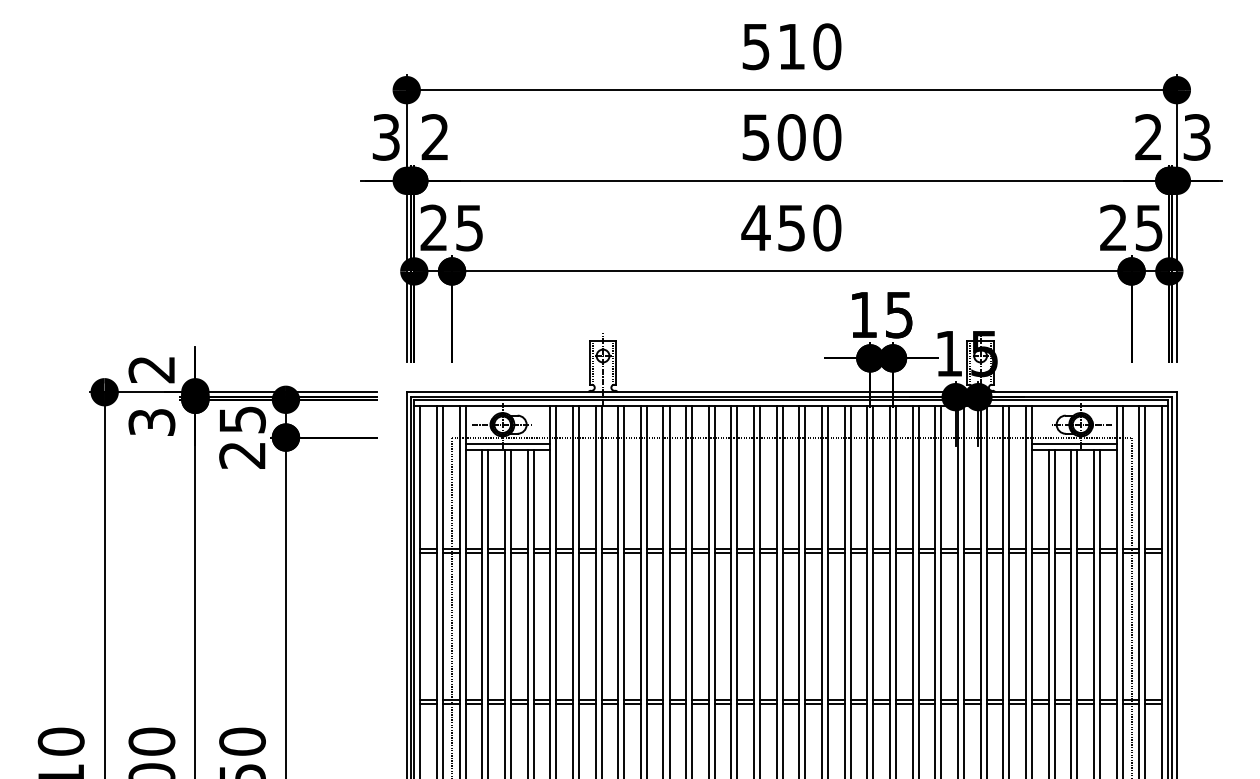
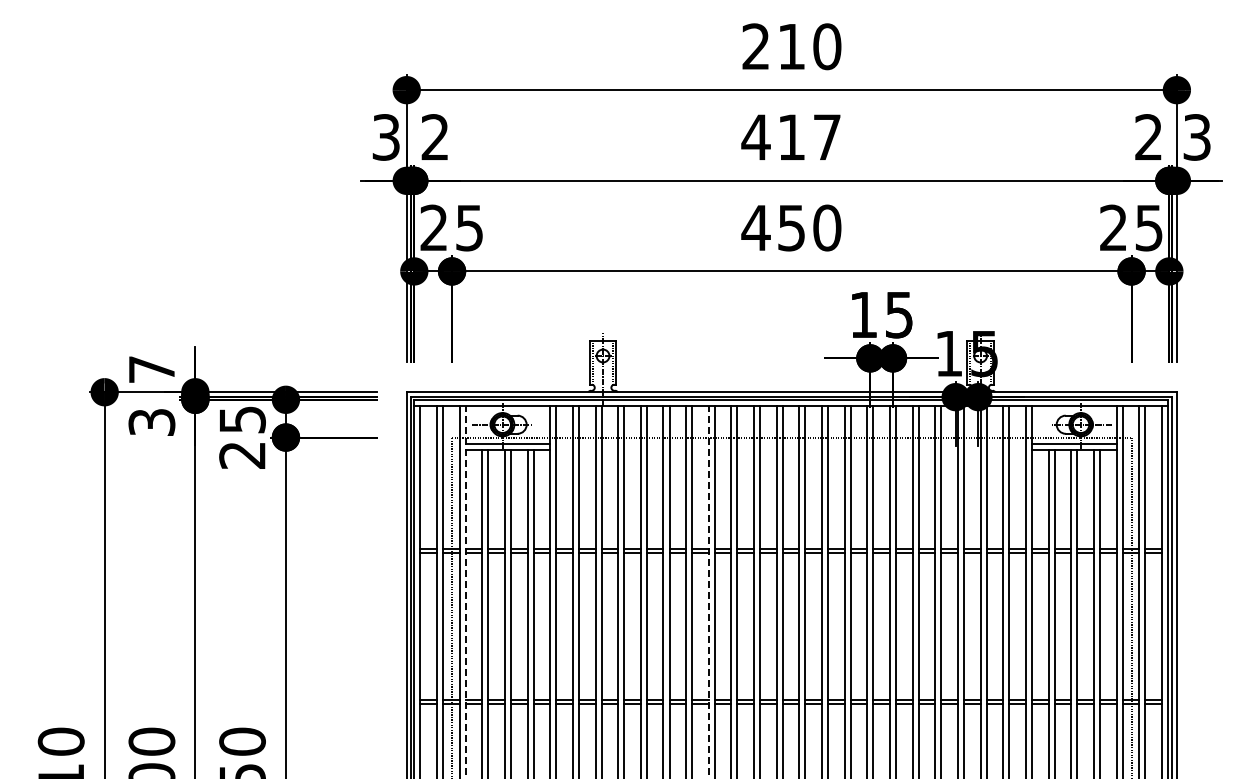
text at (755, 46): 510 -> 210
text at (791, 137): 500 -> 417
text at (151, 369): 2 -> 7
line at (465, 591): solid -> dashed
line at (708, 591): solid -> dashed
